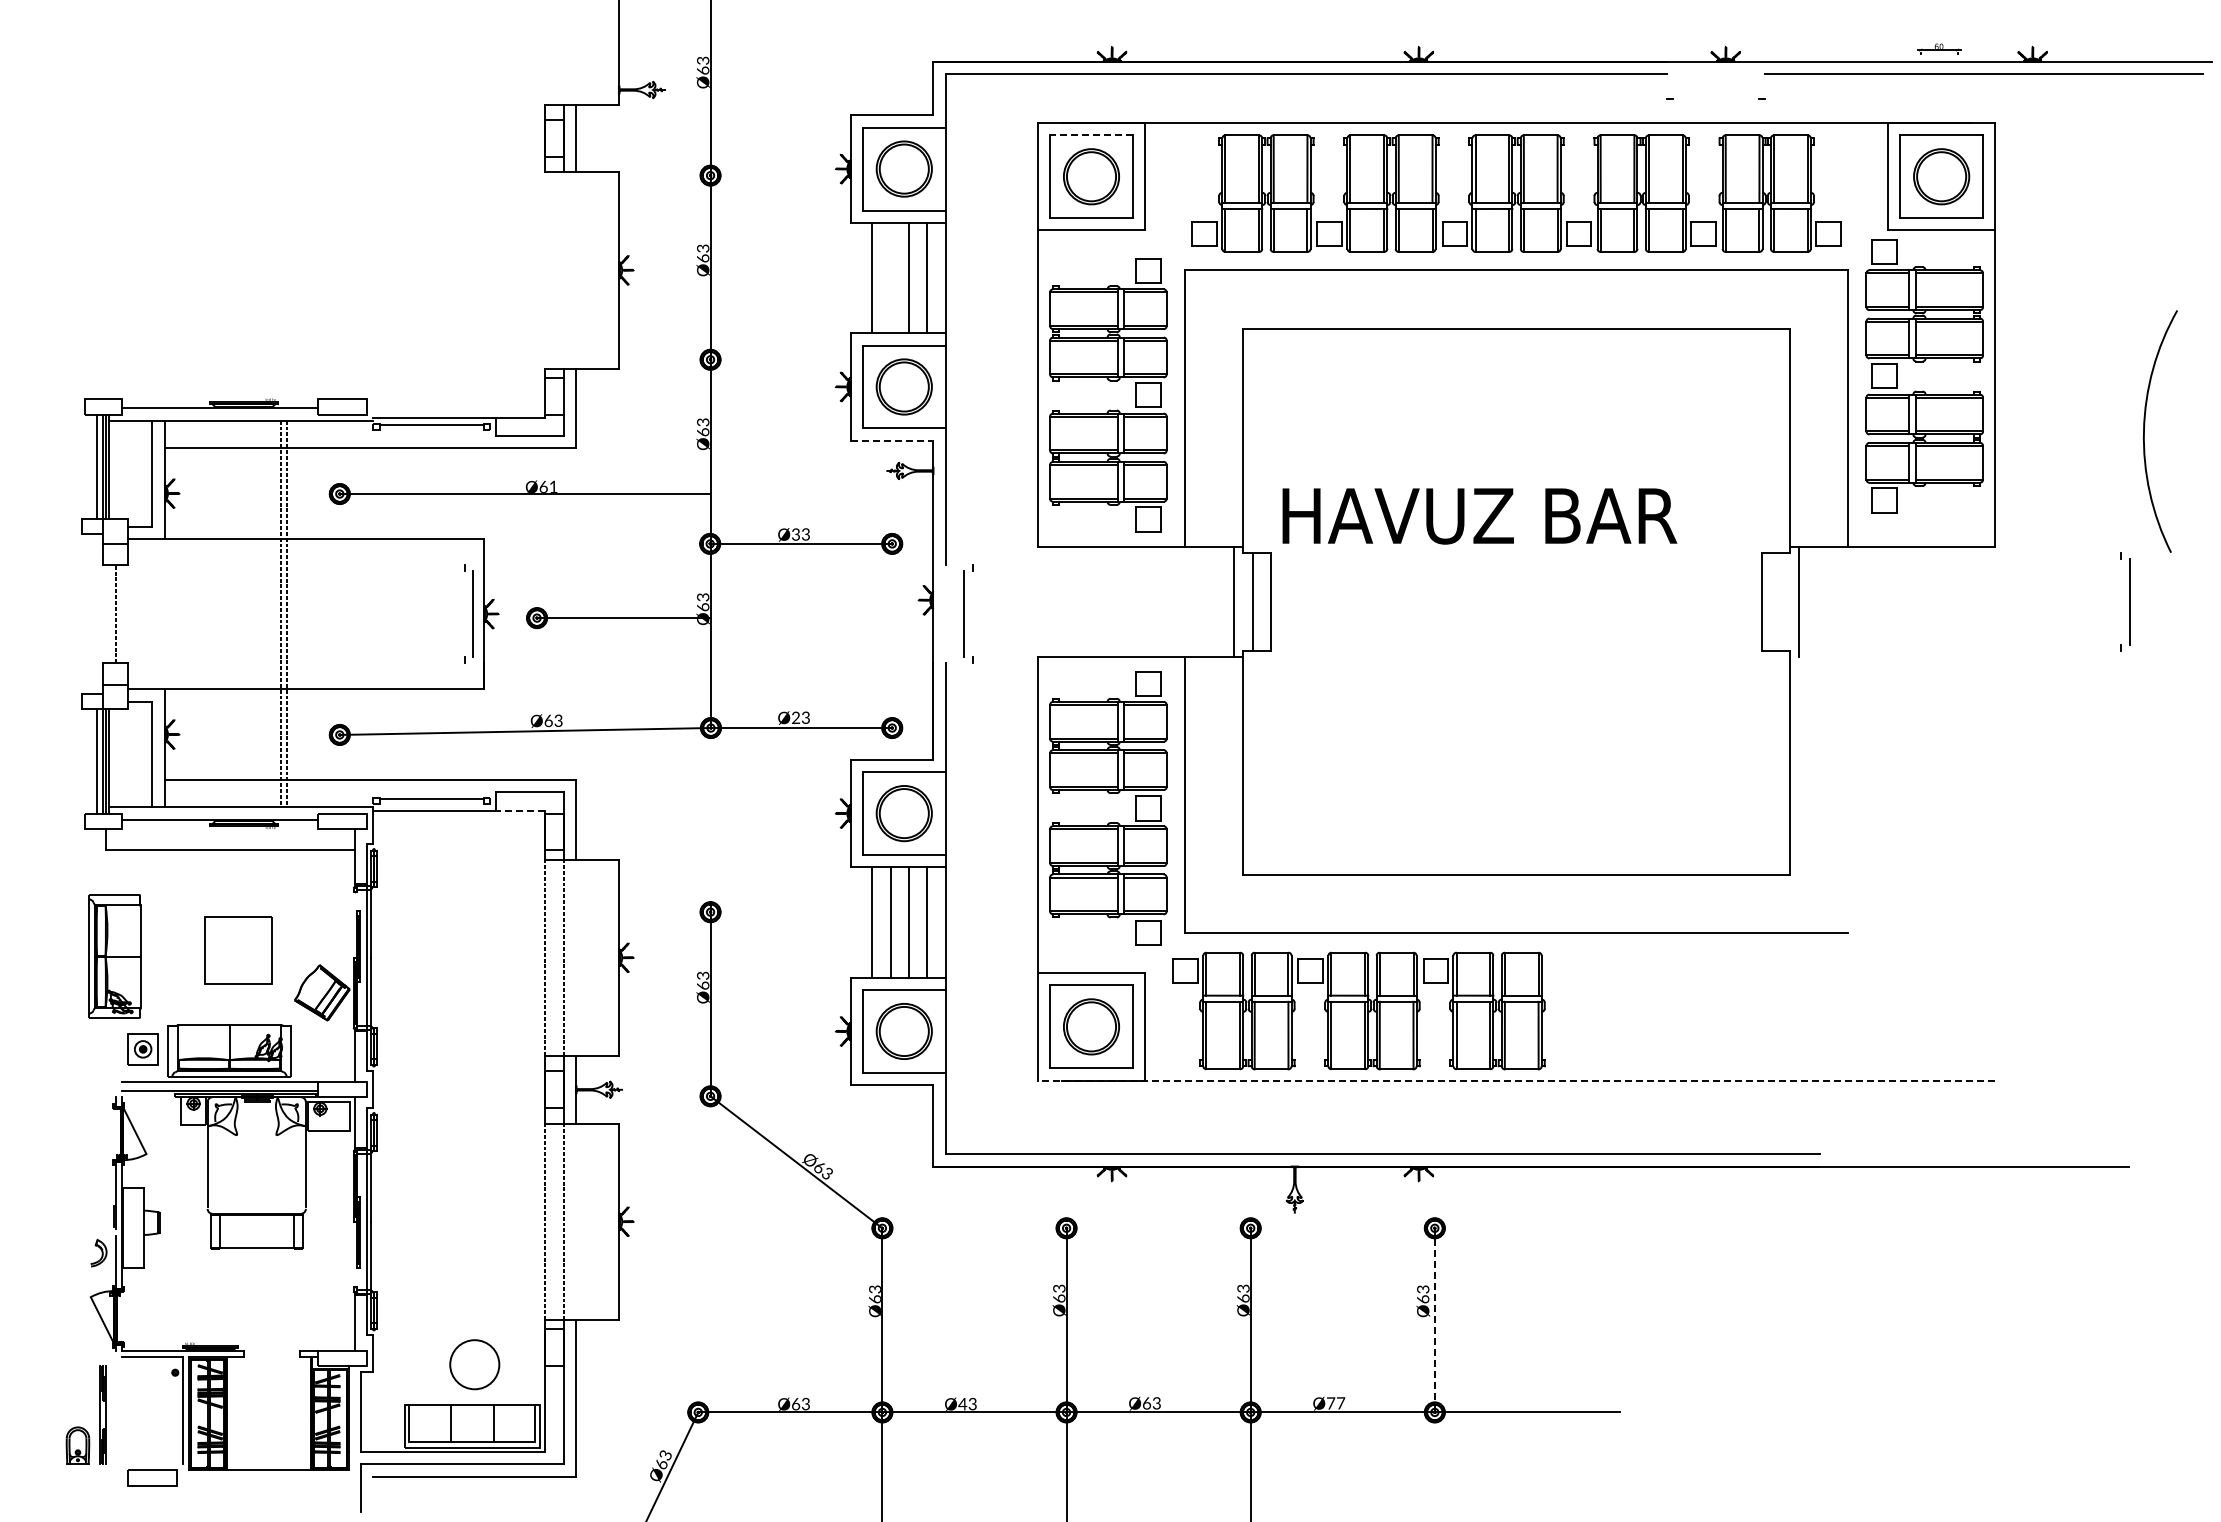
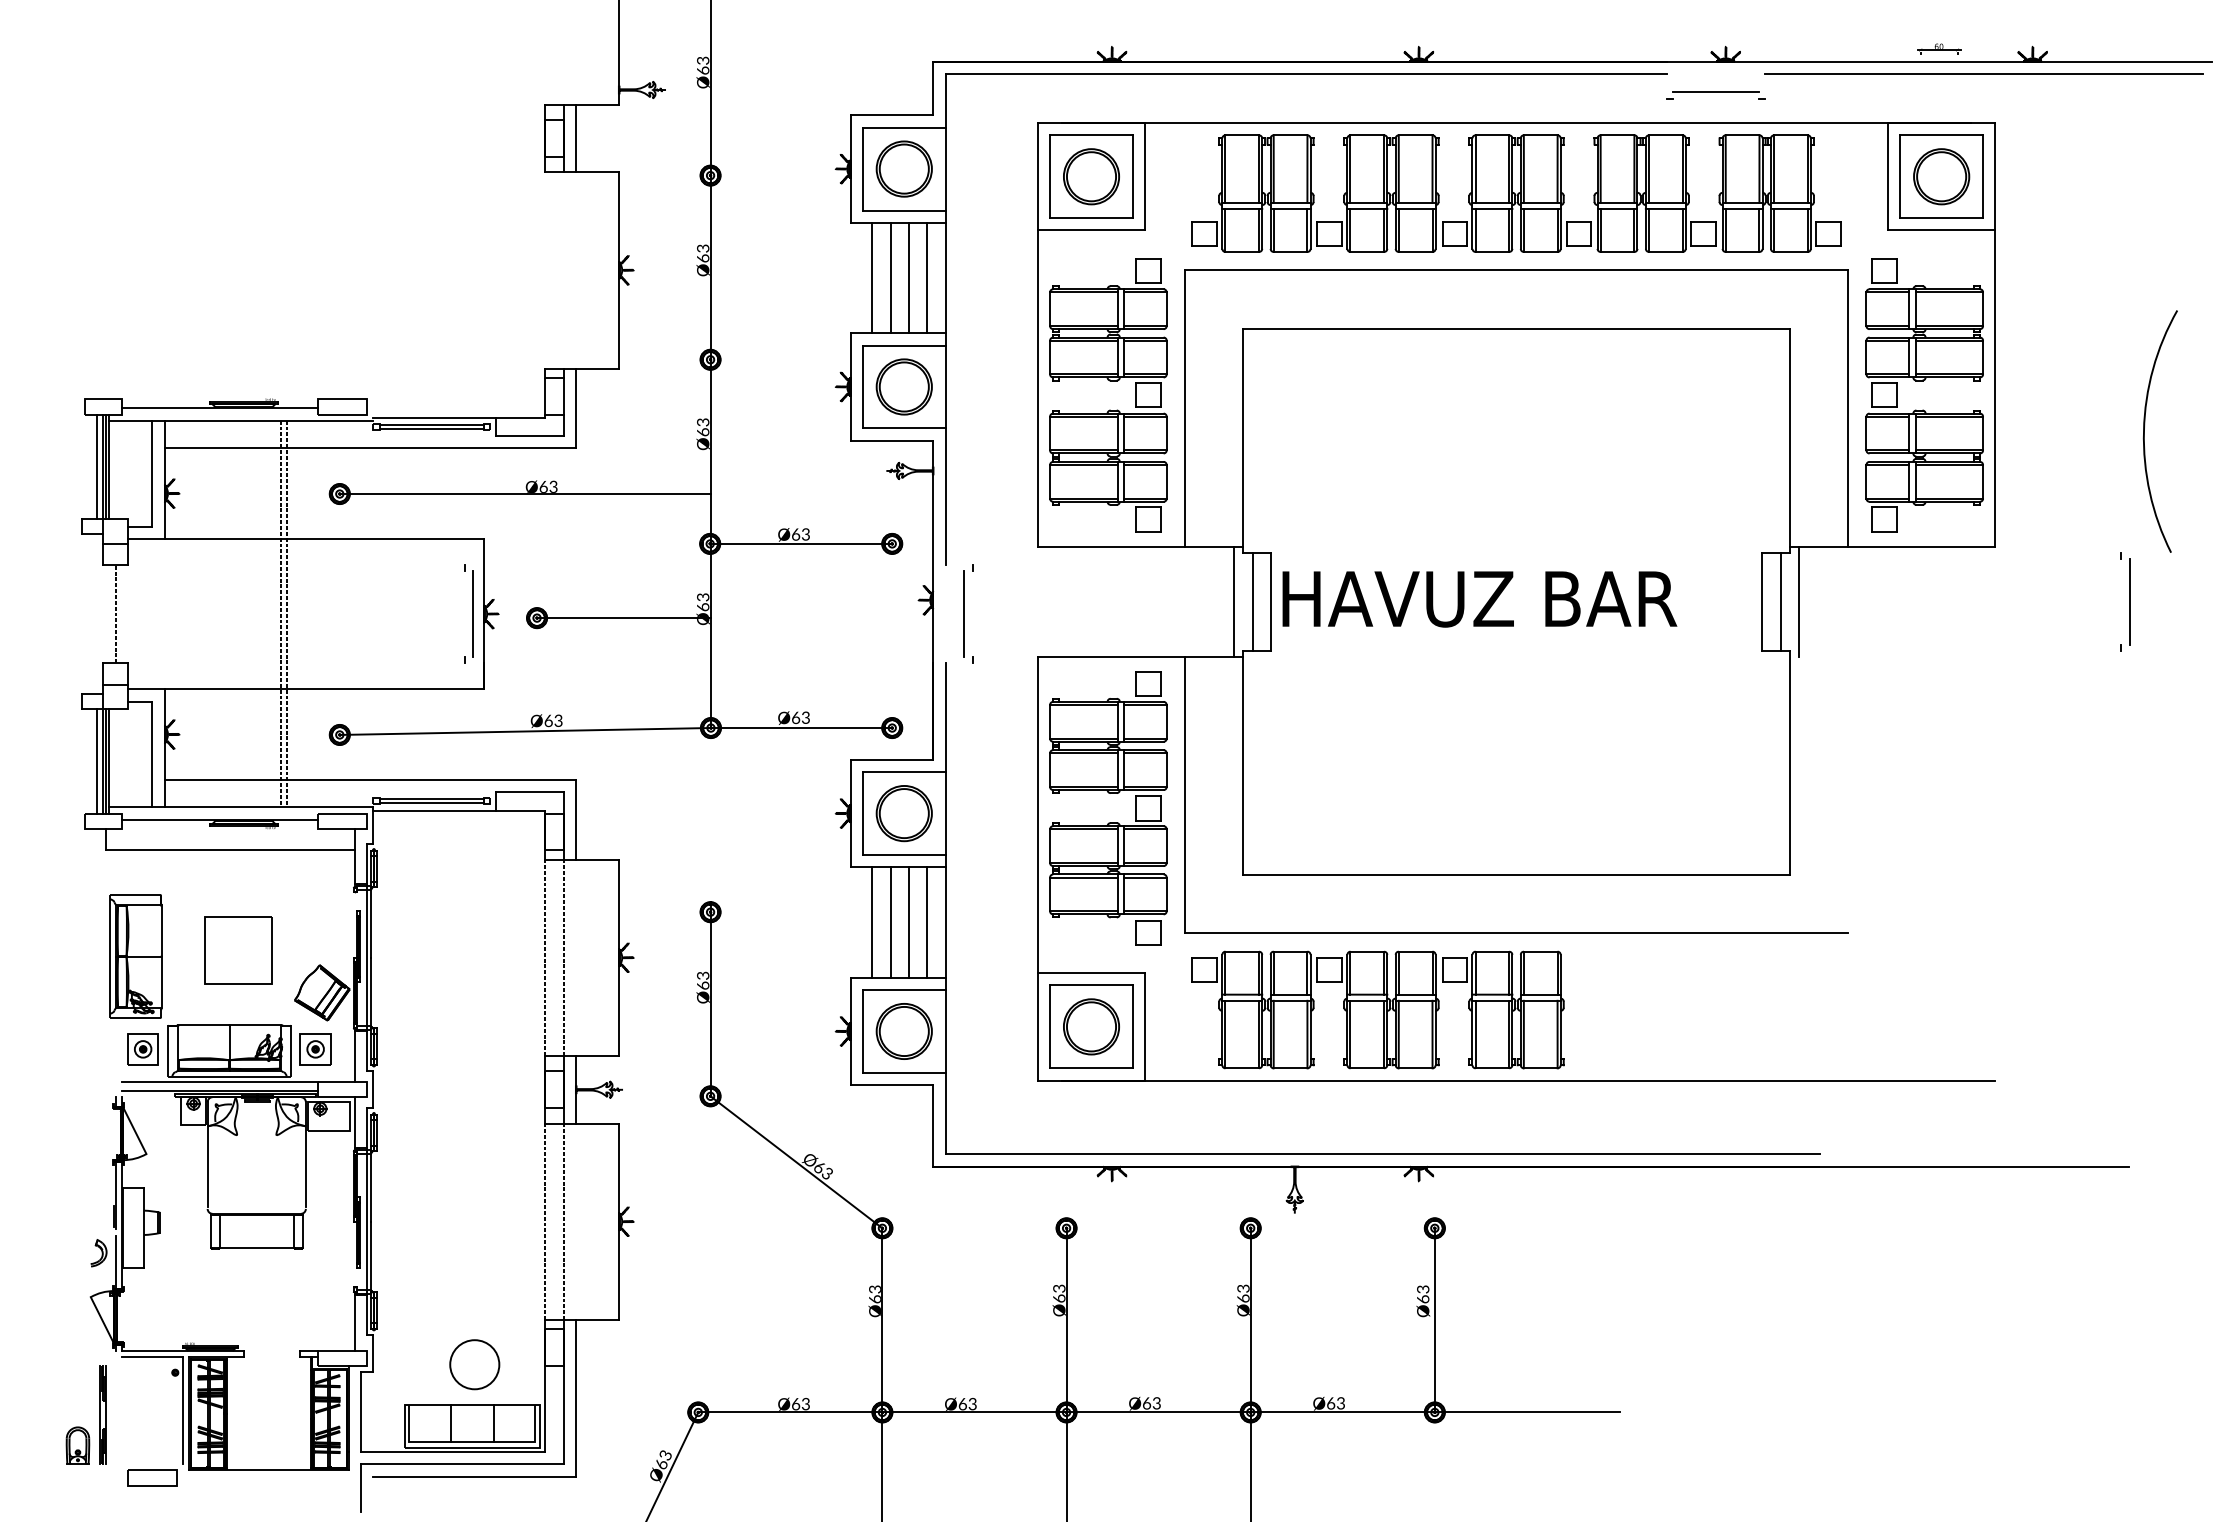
line at (1716, 92): none -> present
line at (1091, 135): dashed -> solid
line at (890, 277): none -> present
part at (1923, 362) position: (1923, 362) -> (1923, 381)
line at (431, 428): none -> present
line at (892, 440): dashed -> solid
text at (553, 486): Ø61 -> Ø63
text at (1479, 516) position: (1479, 516) -> (1479, 599)
text at (796, 534): Ø33 -> Ø63
line at (1780, 601): none -> present
text at (796, 717): Ø23 -> Ø63
line at (431, 803): none -> present
line at (520, 810): dashed -> solid
part at (114, 956) position: (114, 956) -> (135, 956)
part at (1358, 1010) position: (1358, 1010) -> (1377, 1009)
part at (315, 1049): none -> present
line at (1516, 1080): dashed -> solid
line at (1434, 1320): dashed -> solid
text at (1336, 1403): Ø77 -> Ø63
text at (962, 1404): Ø43 -> Ø63
